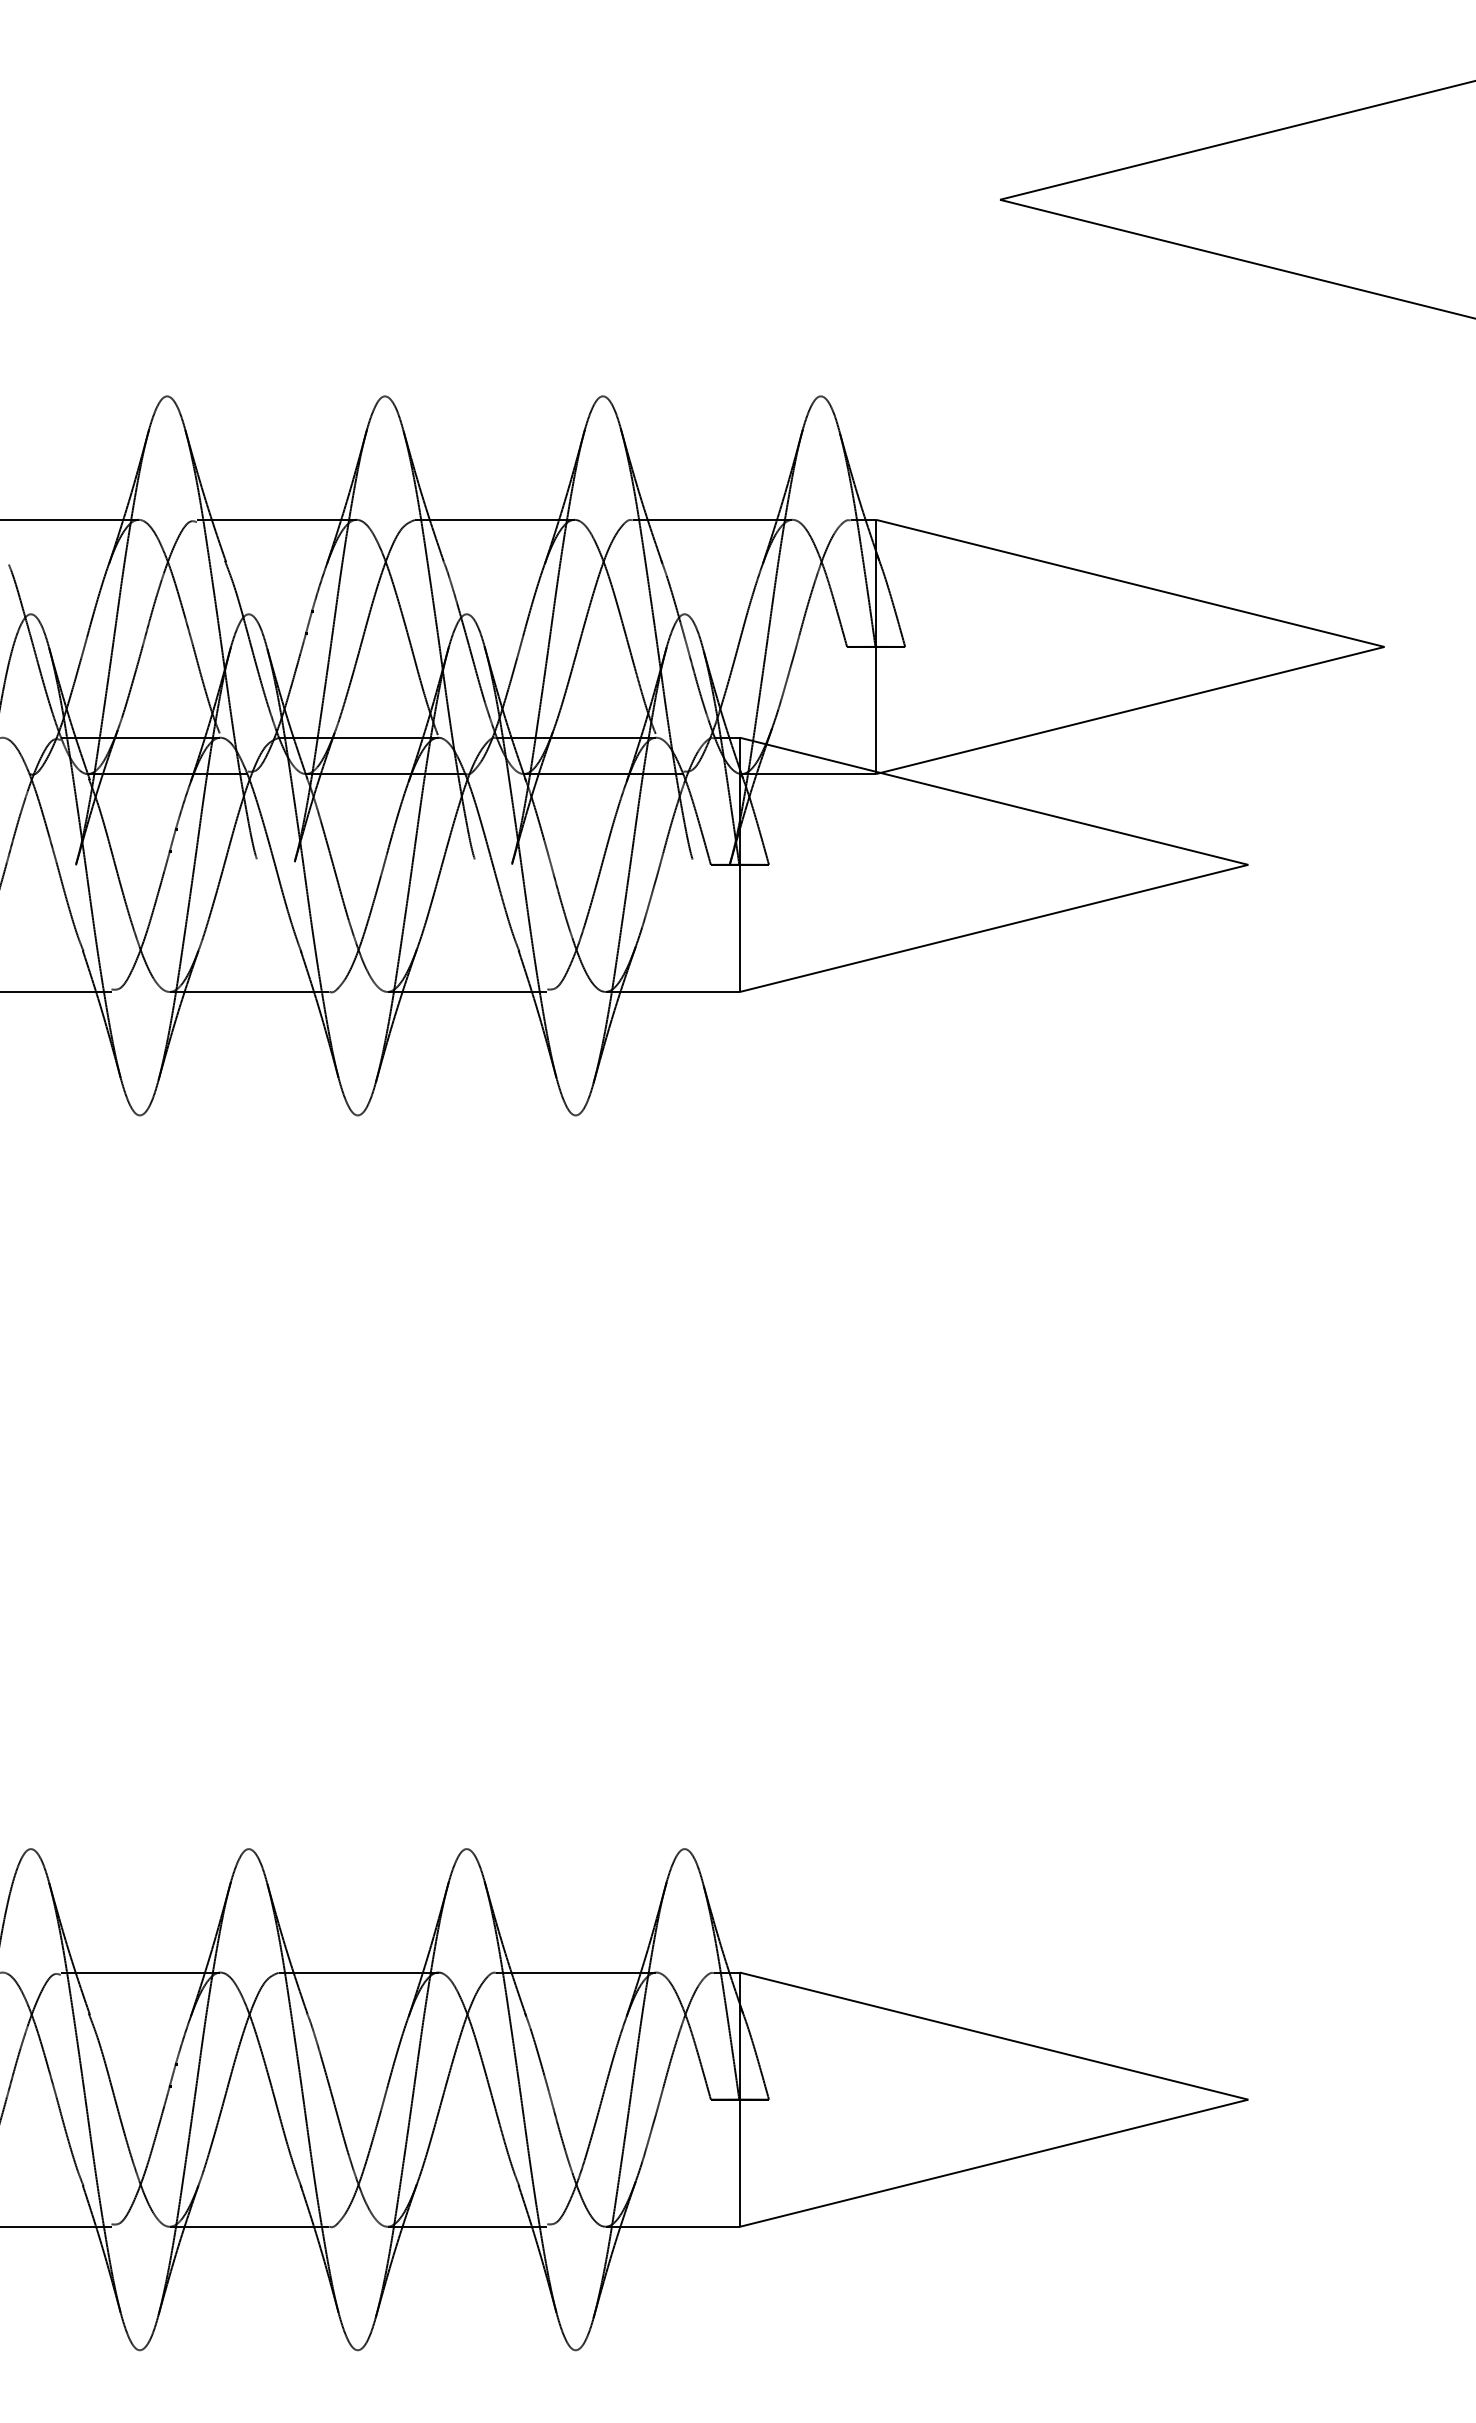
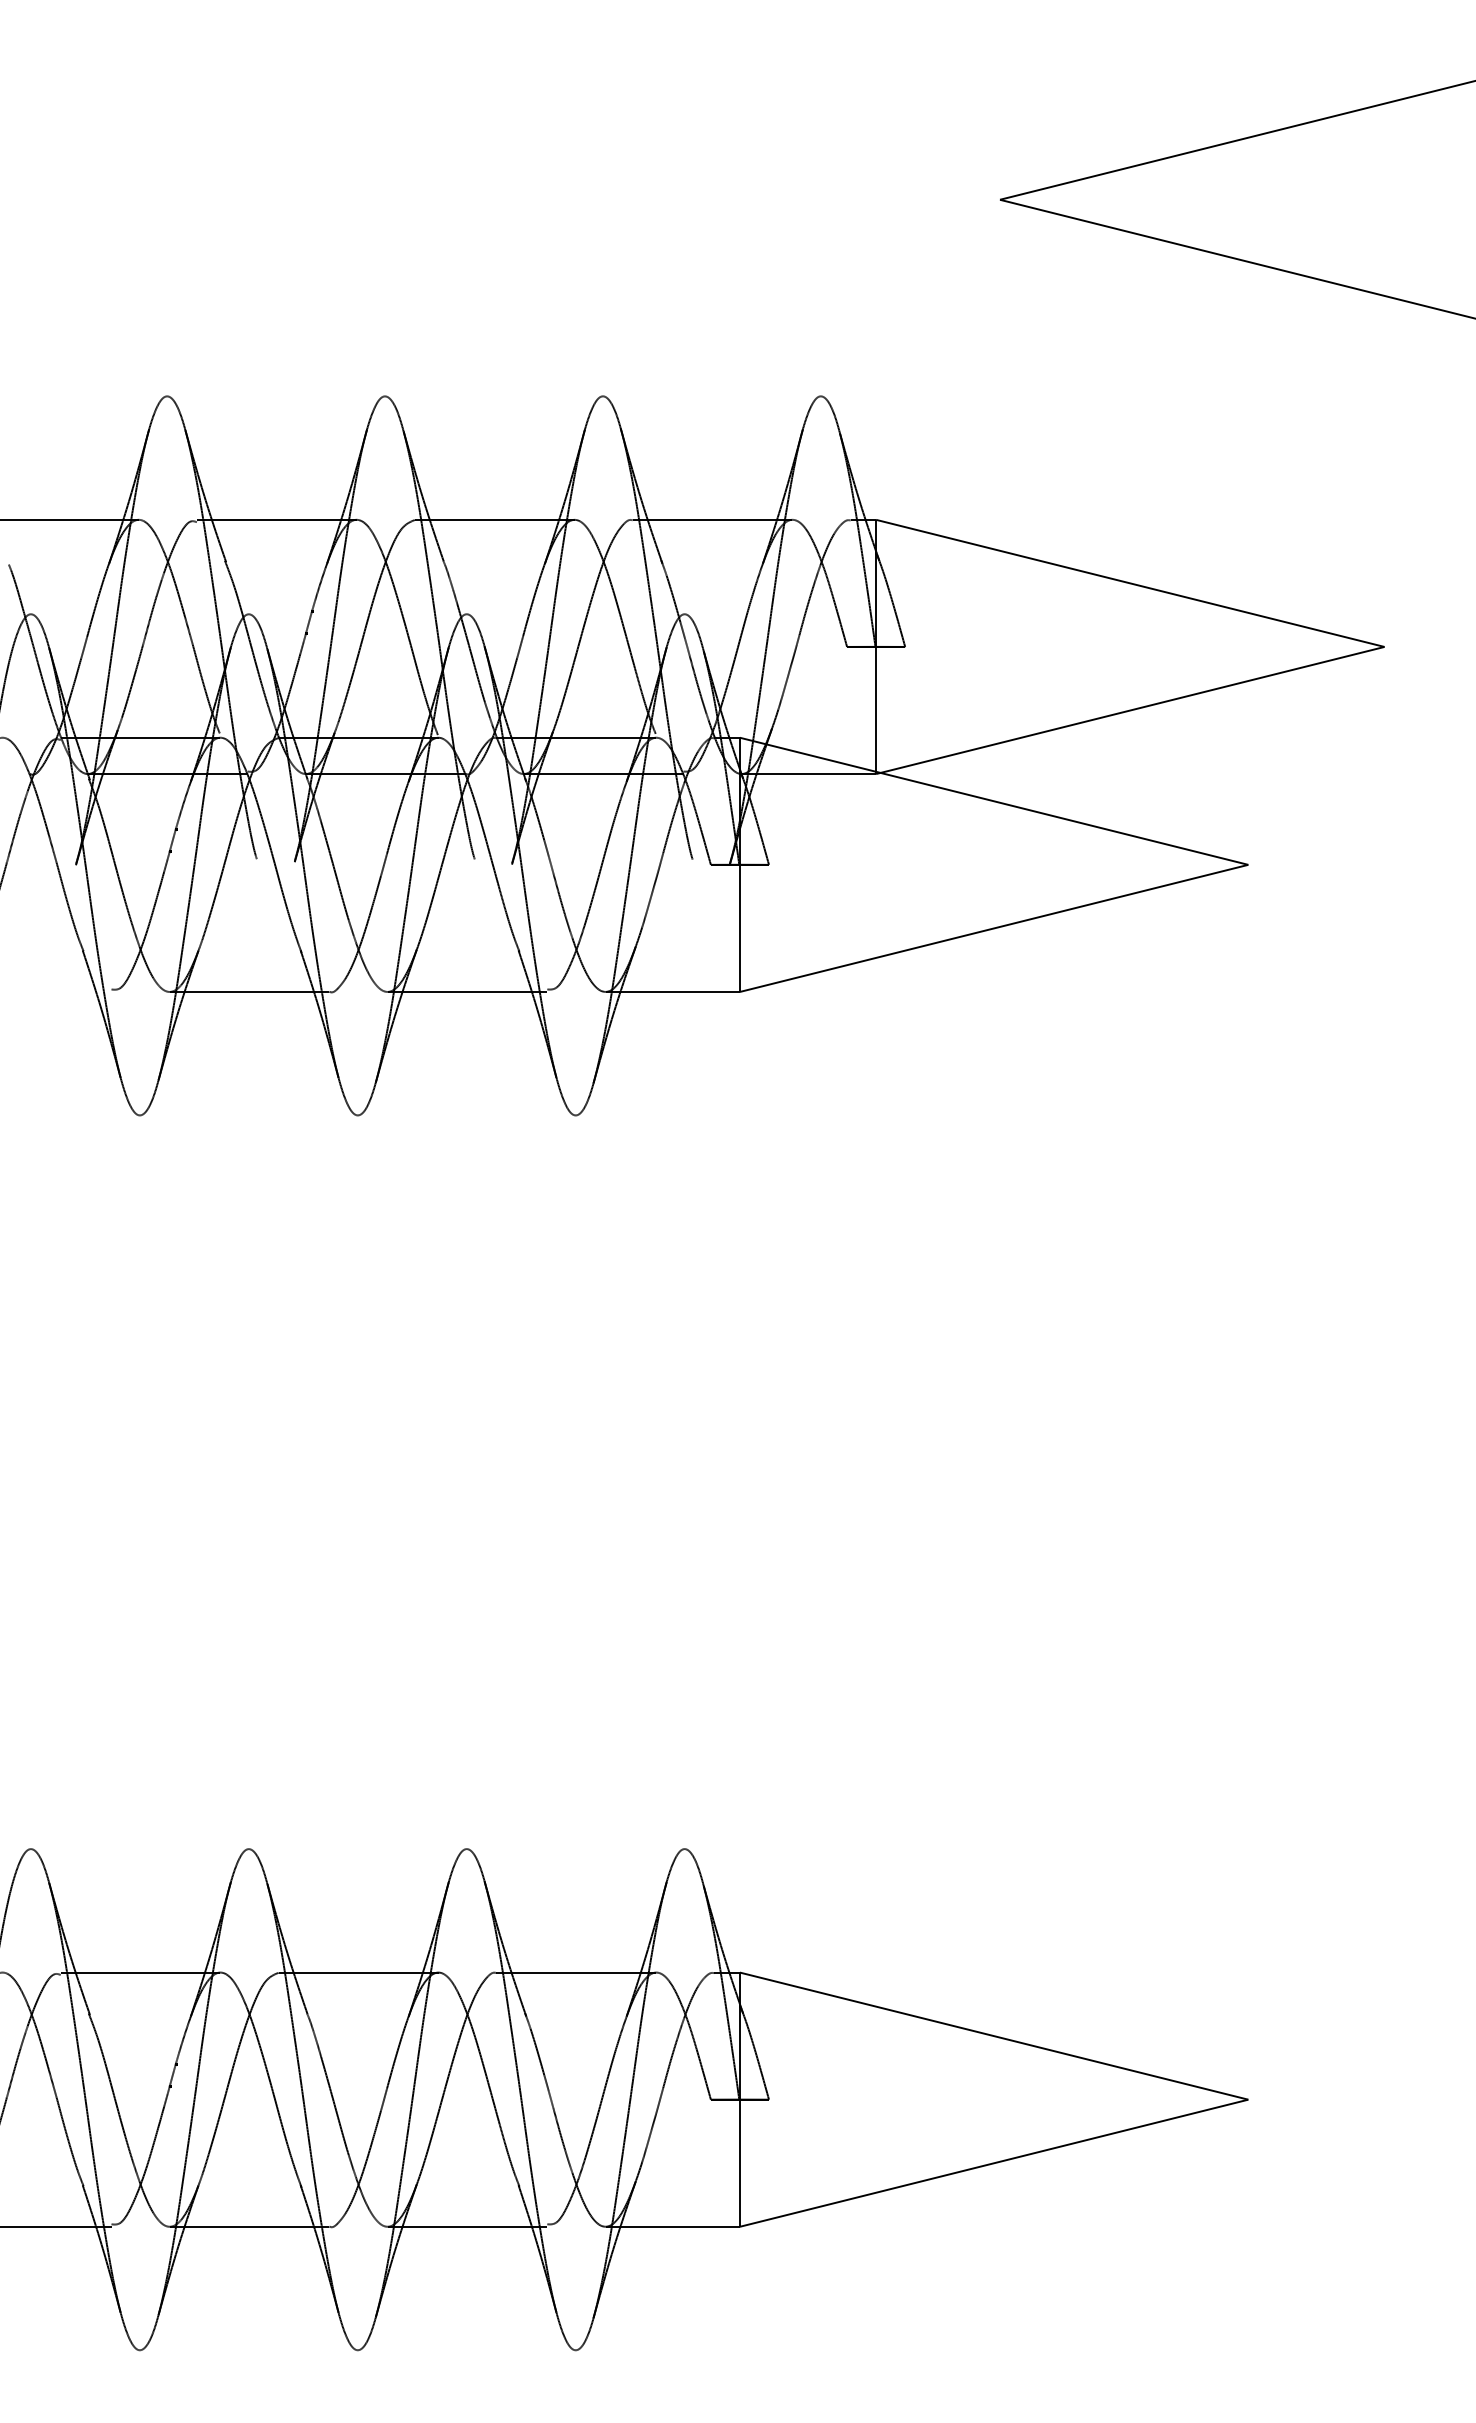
line at (56, 991): present -> none
